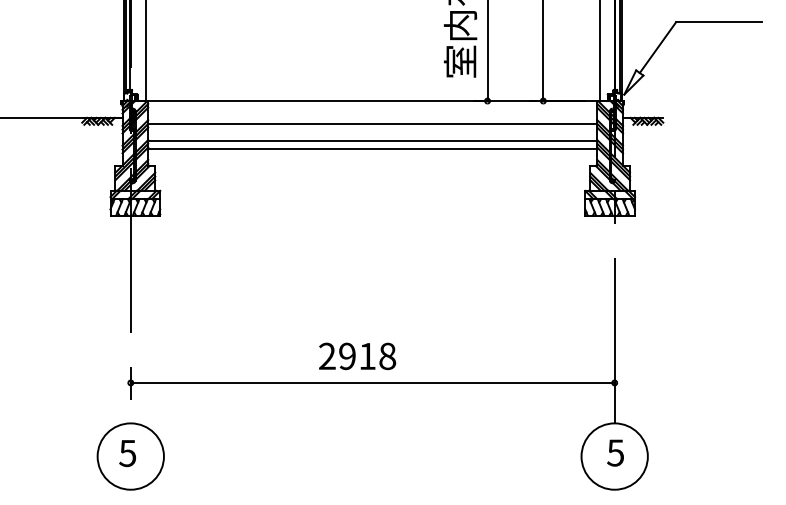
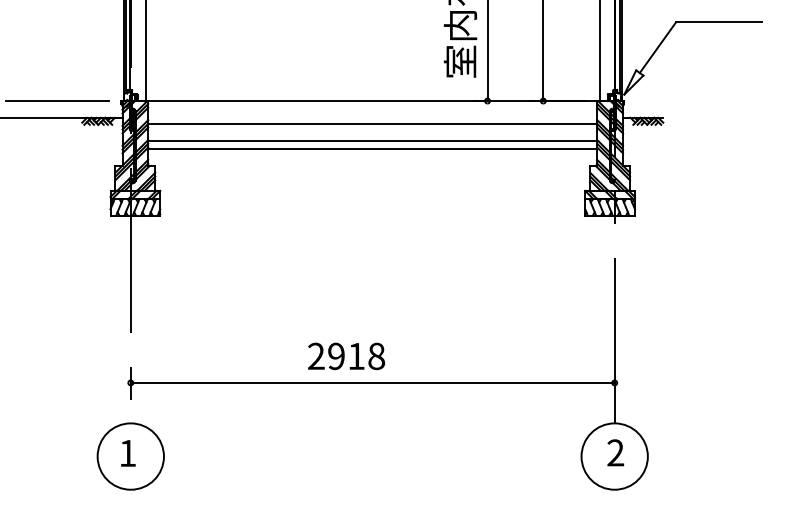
line at (57, 101): none -> present
text at (357, 356) position: (357, 356) -> (346, 356)
text at (615, 452): 5 -> 2
text at (127, 453): 5 -> 1
